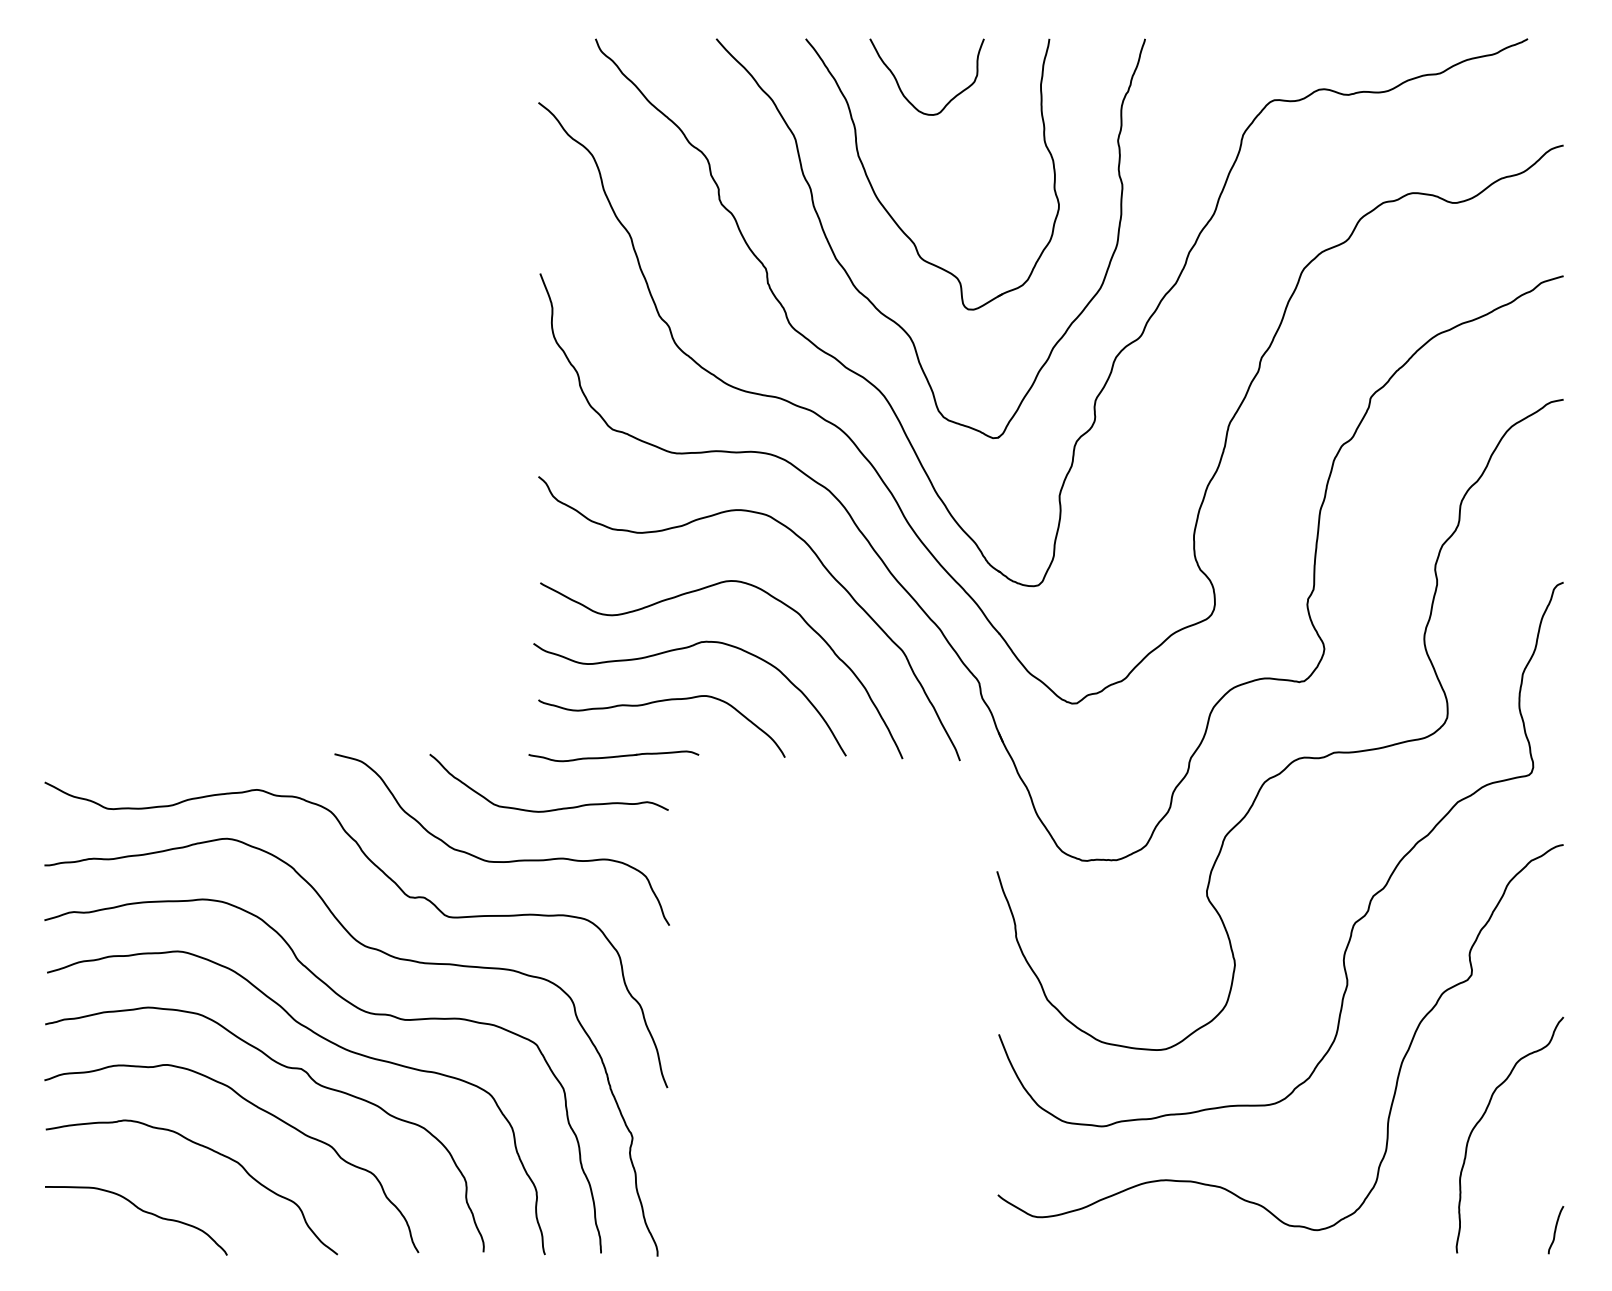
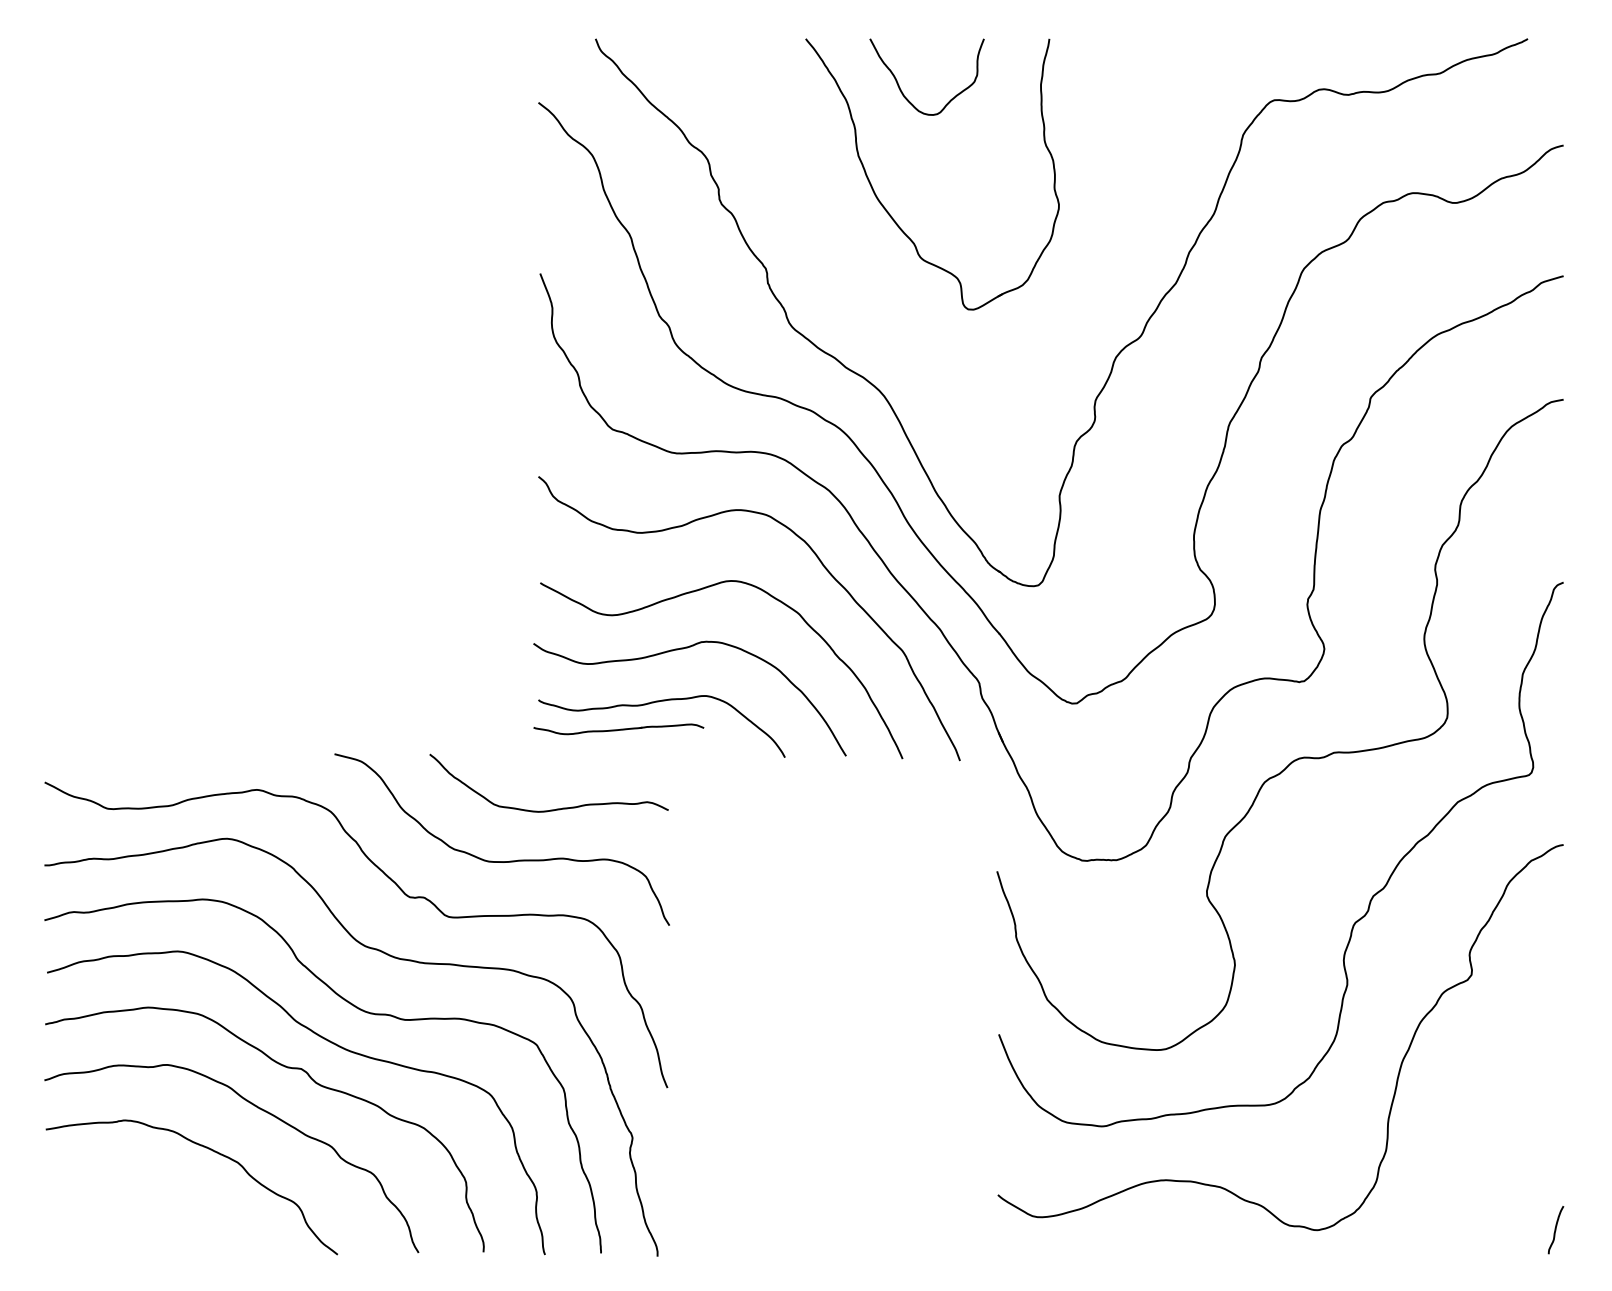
part at (869, 299): present -> none
part at (613, 756) position: (613, 756) -> (618, 729)
curve at (1482, 1118): present -> none
curve at (141, 1211): present -> none
